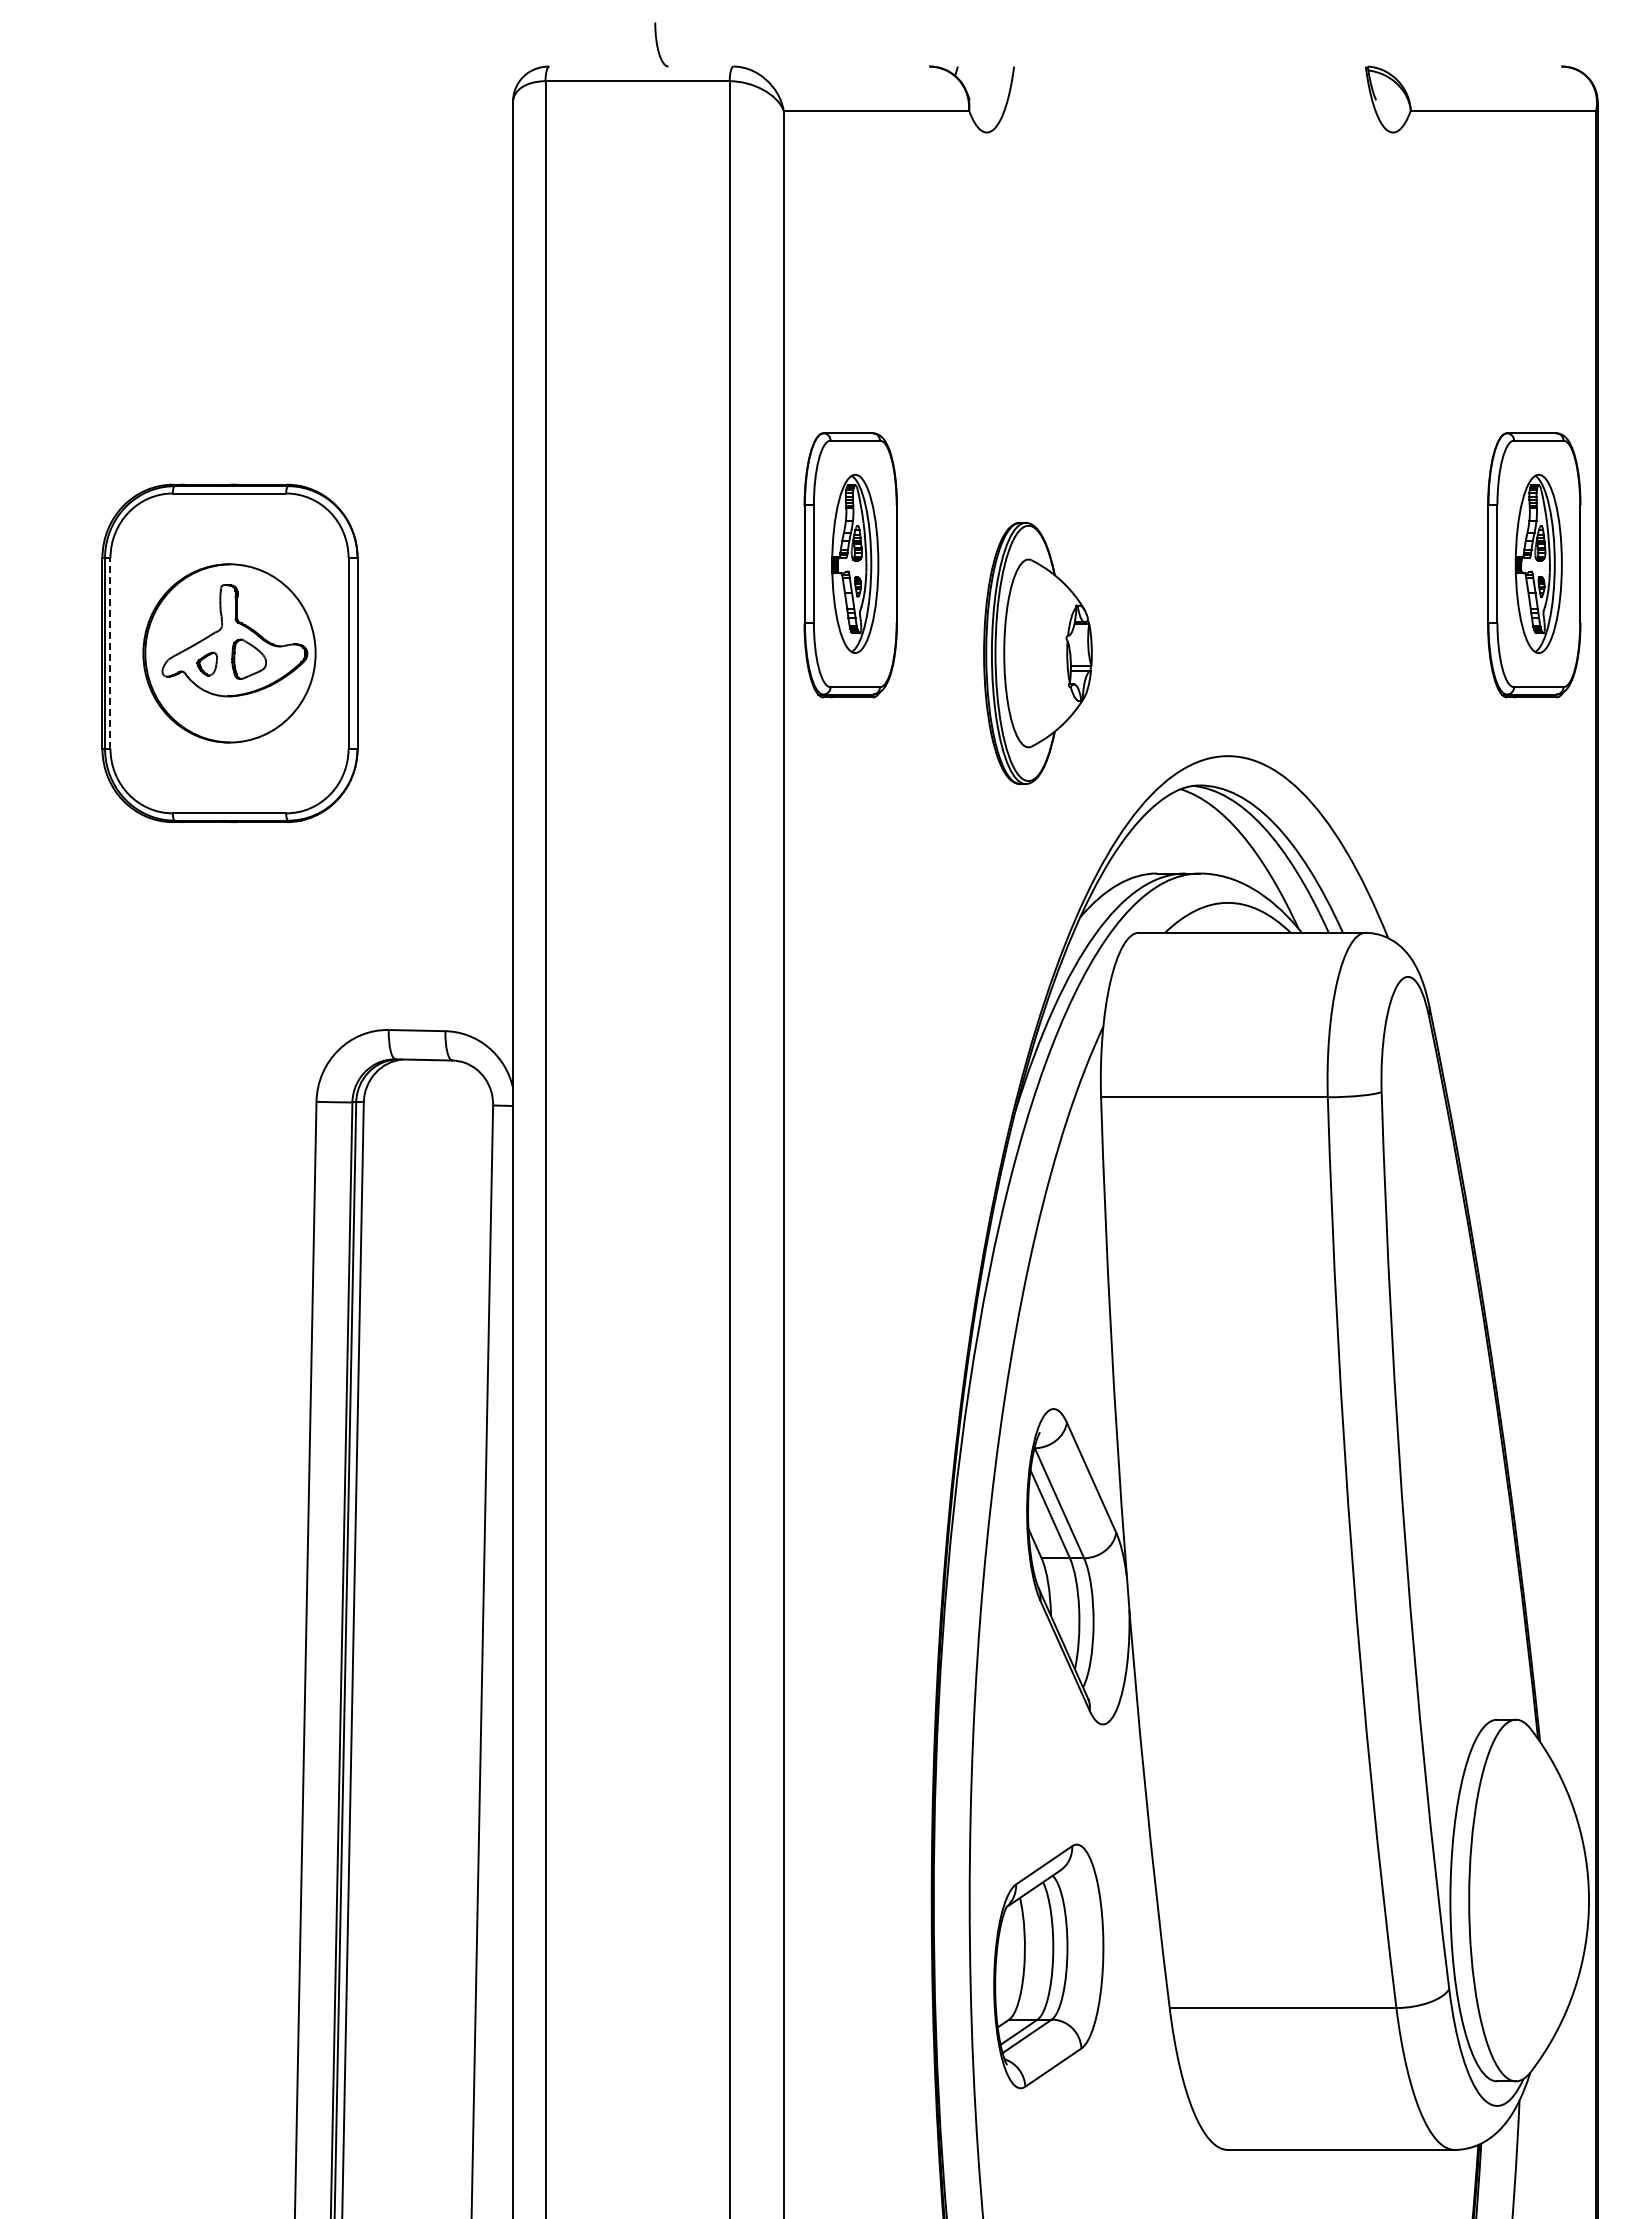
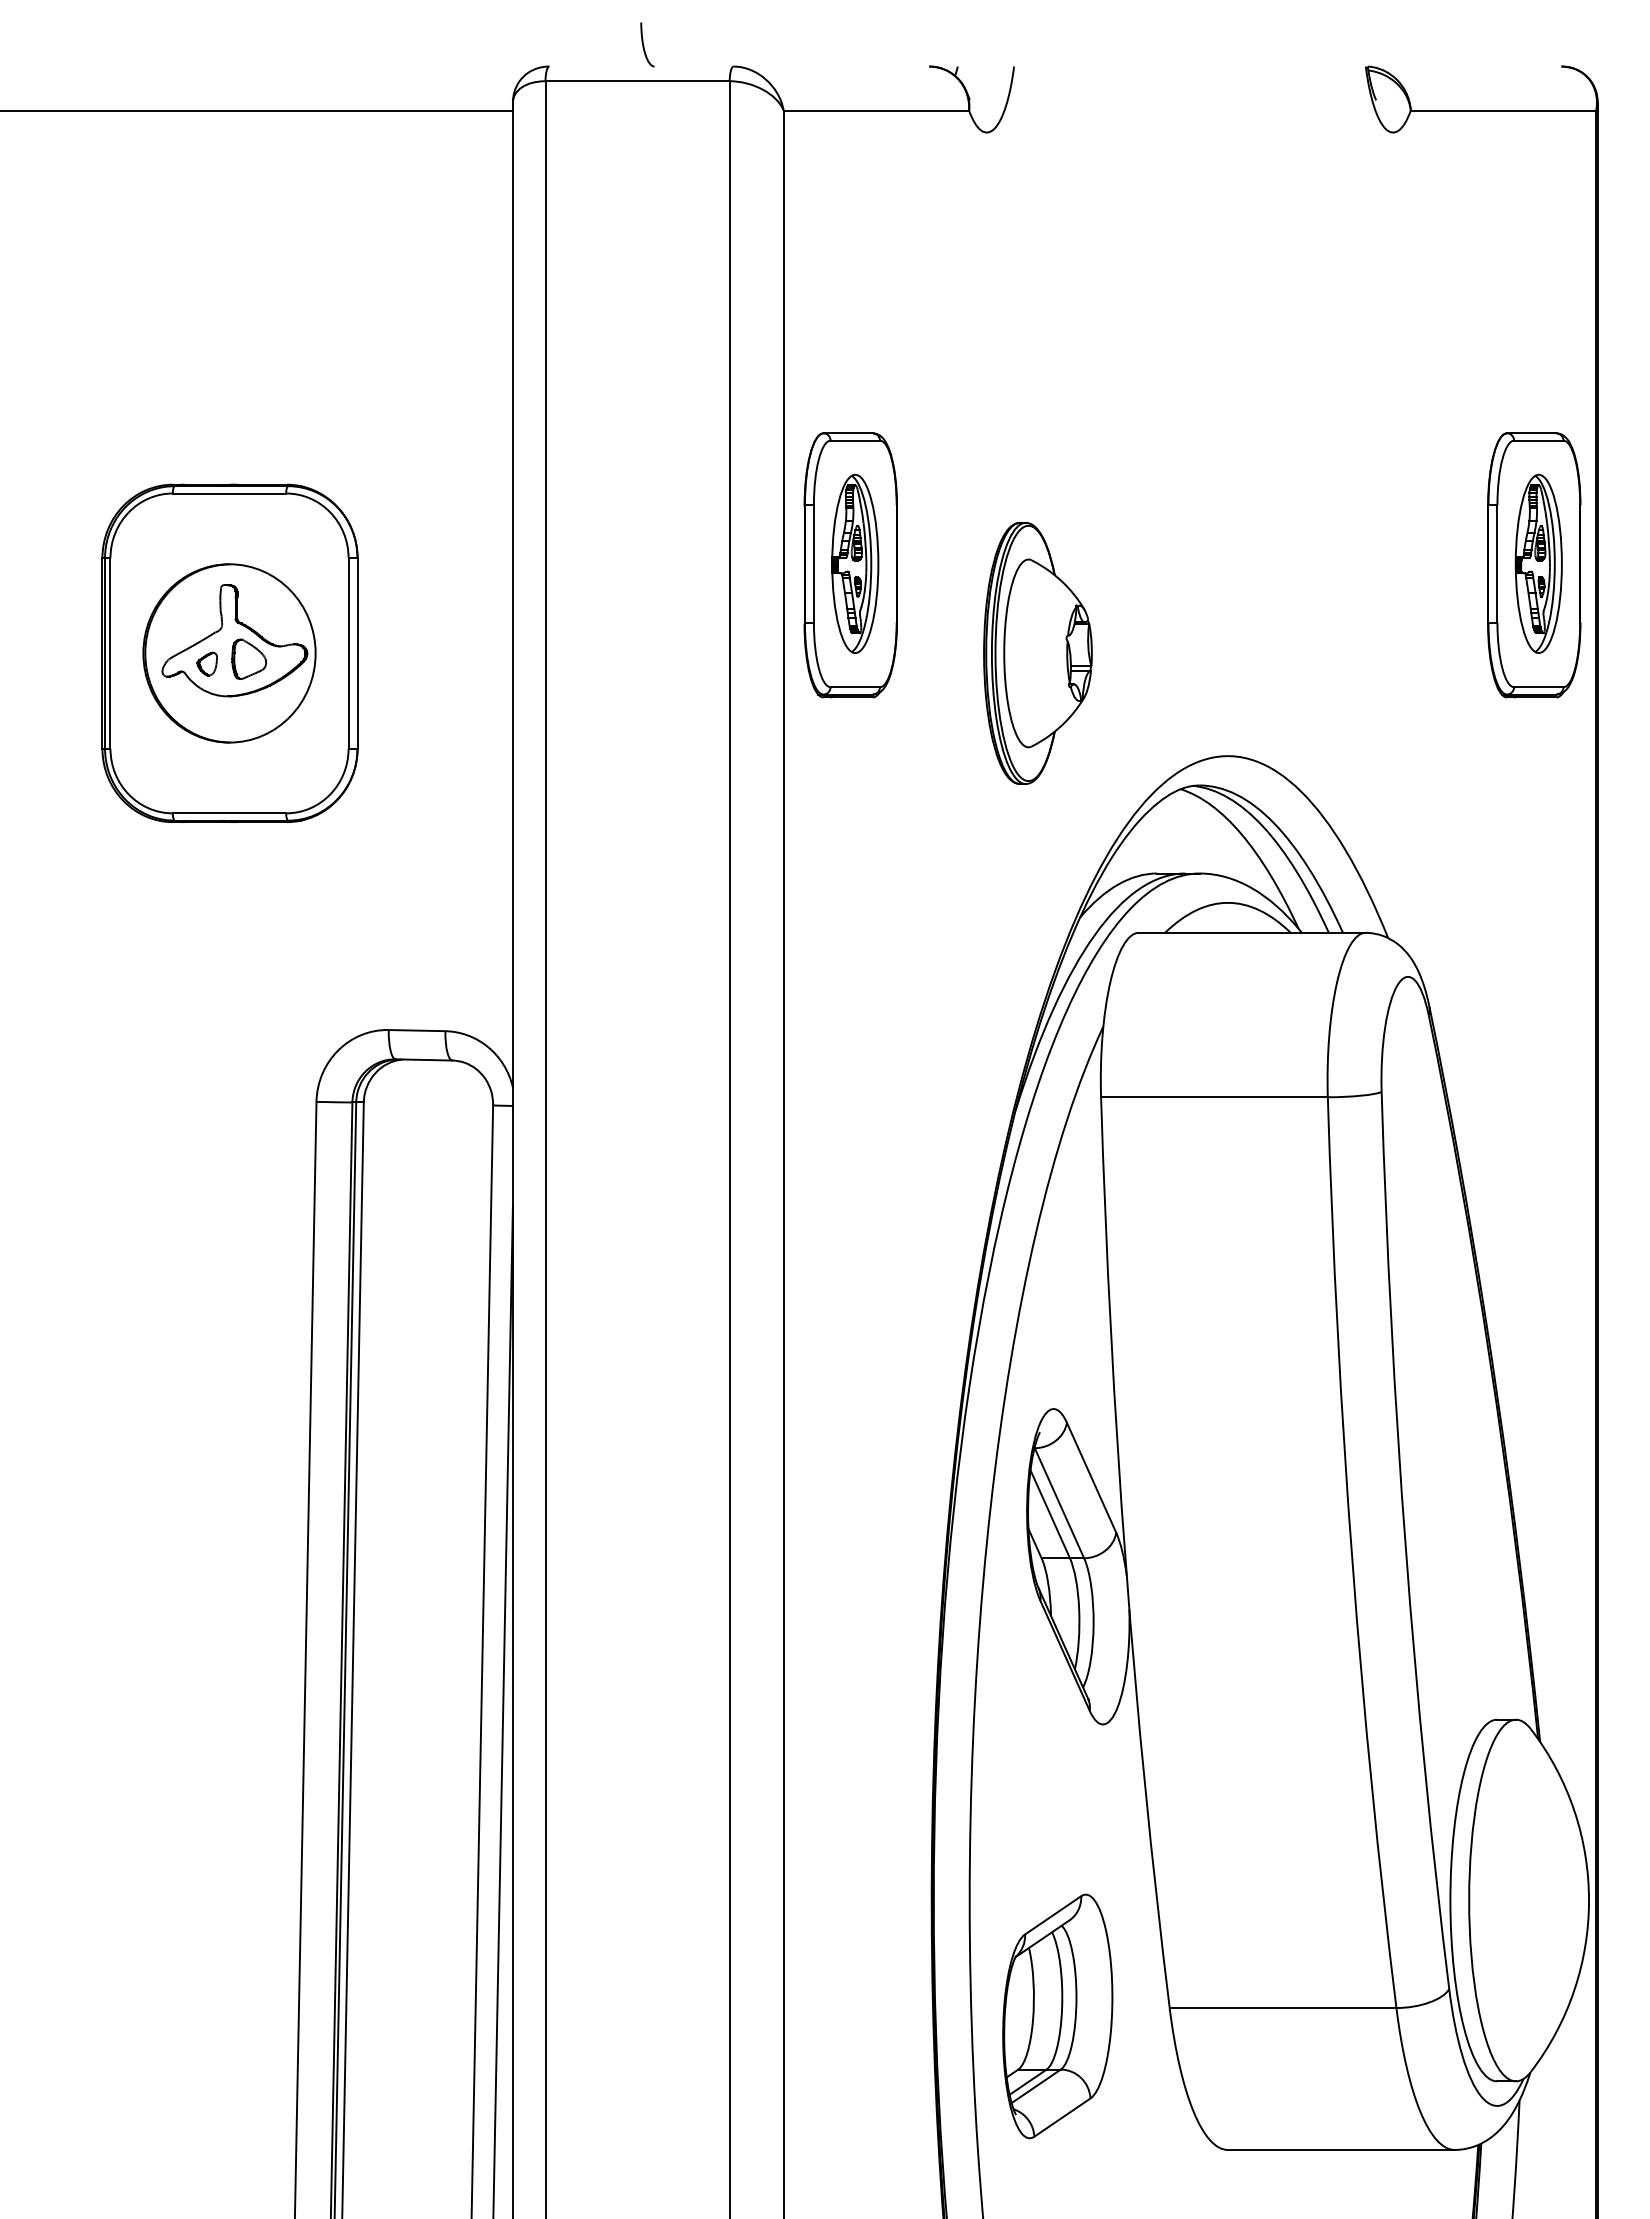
curve at (658, 45) position: (658, 45) -> (644, 45)
line at (257, 110): none -> present
line at (110, 652): dashed -> solid
line at (502, 1711): none -> present
part at (1048, 1966) position: (1048, 1966) -> (1057, 2016)
